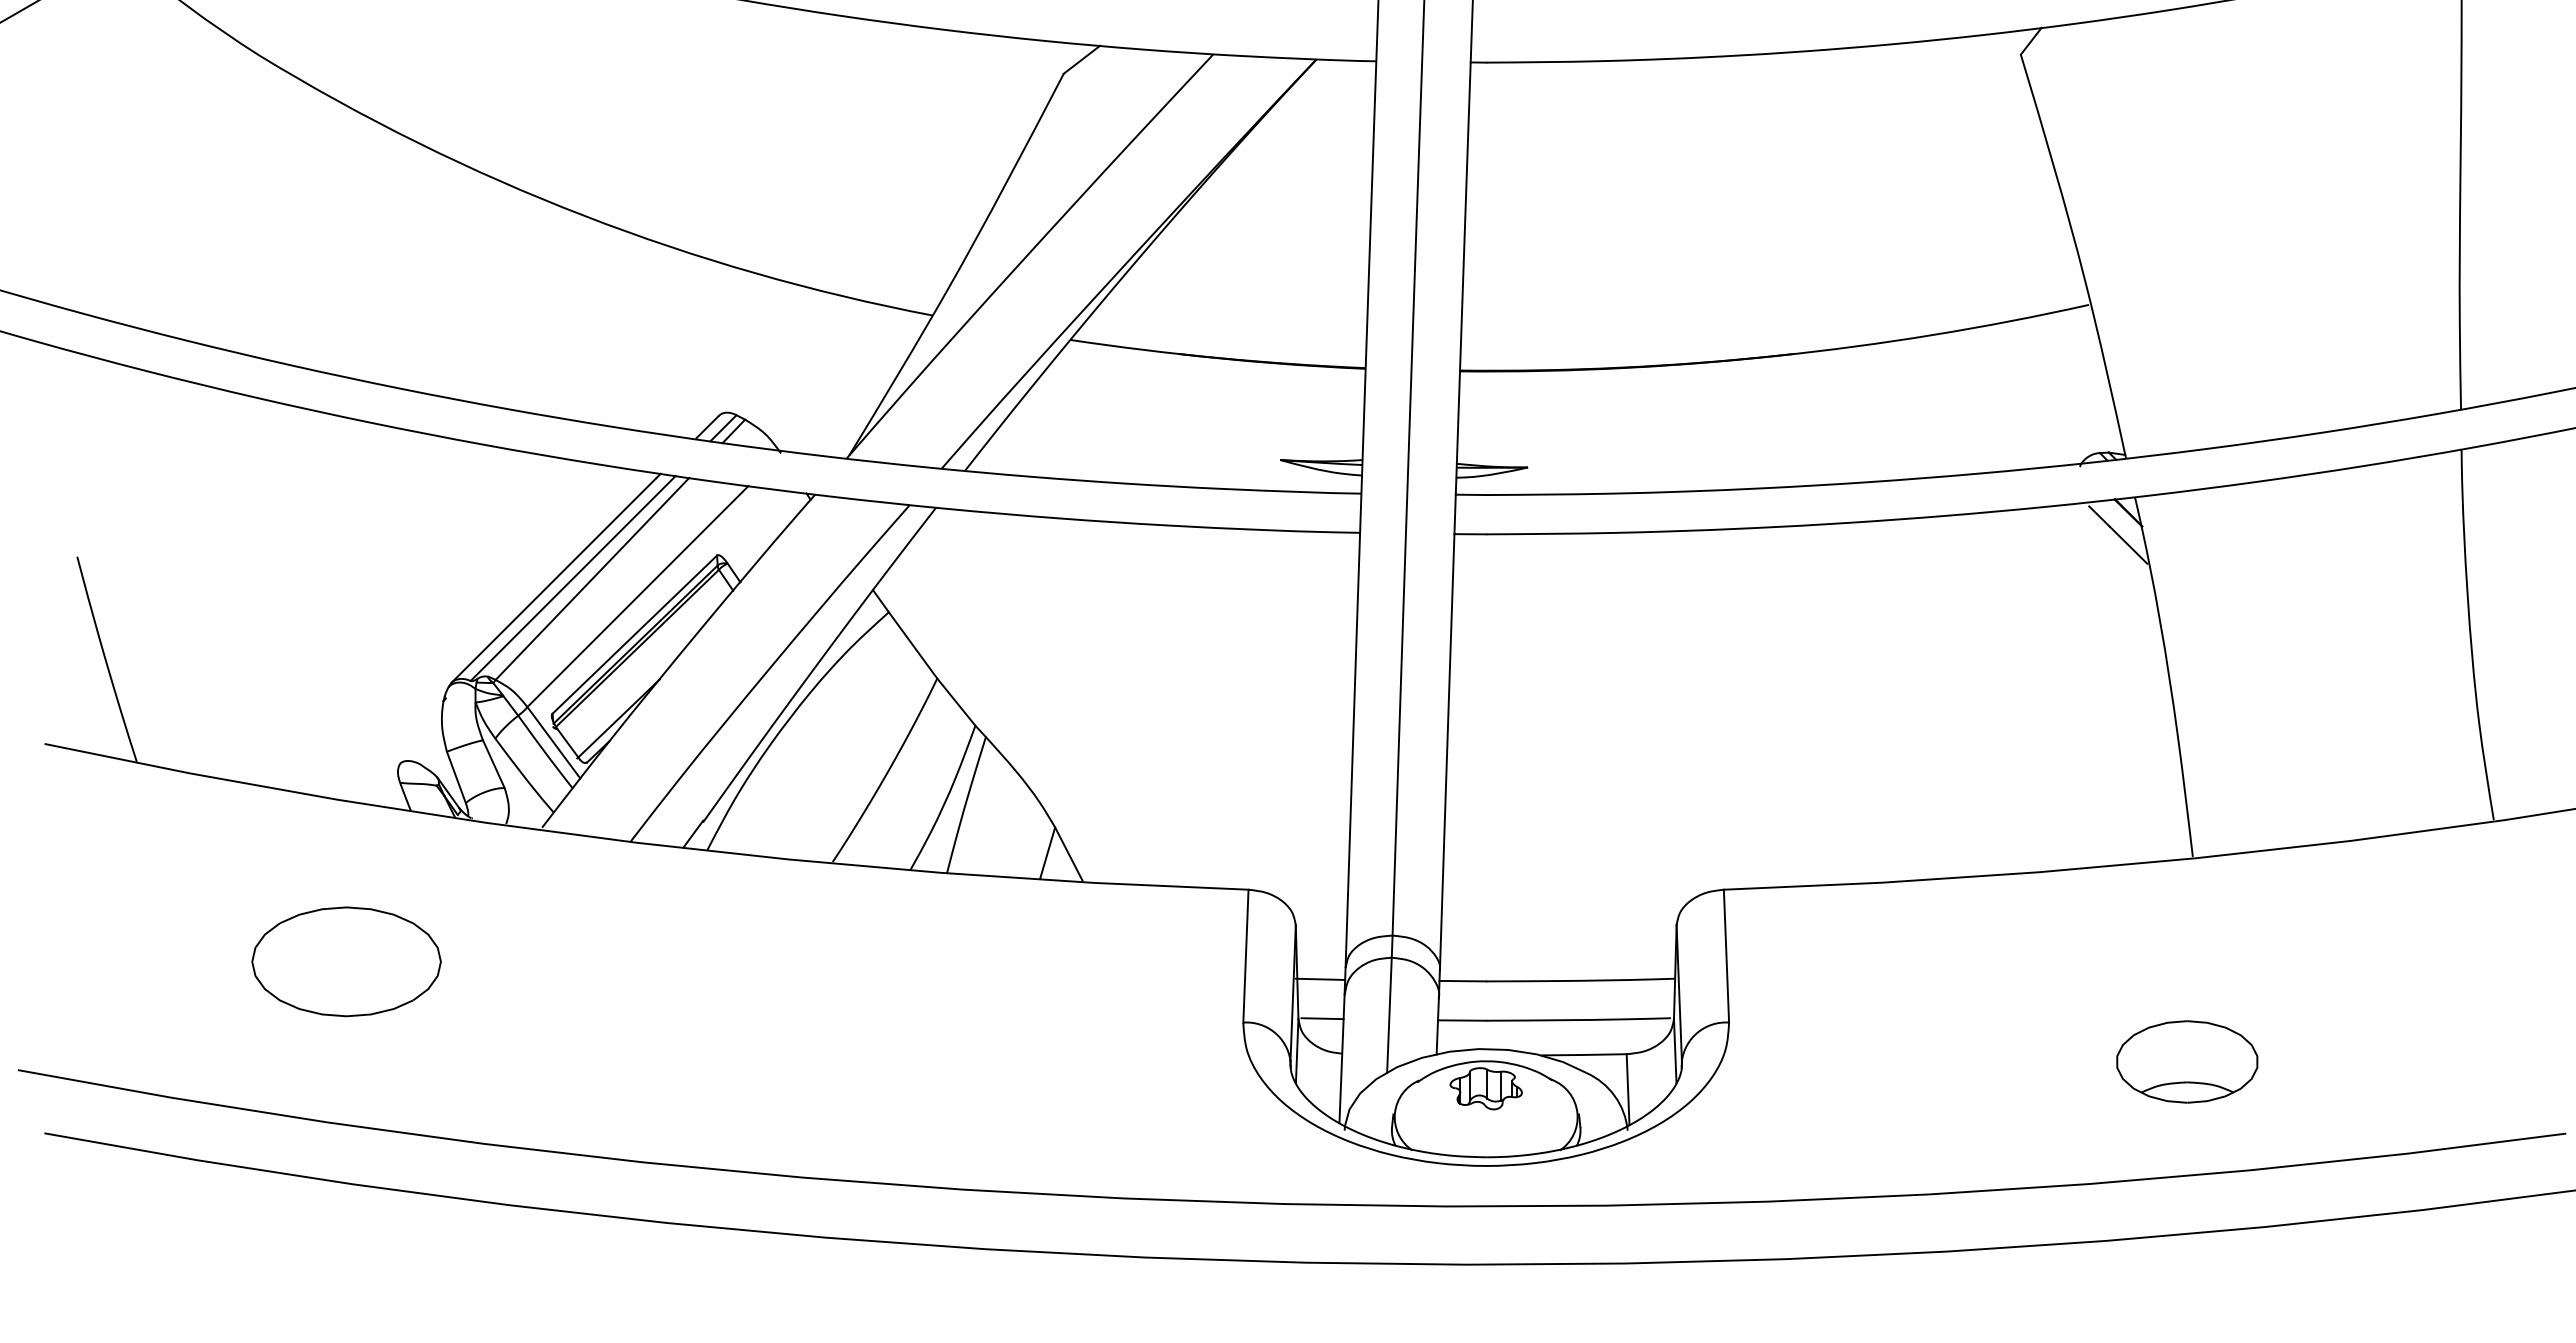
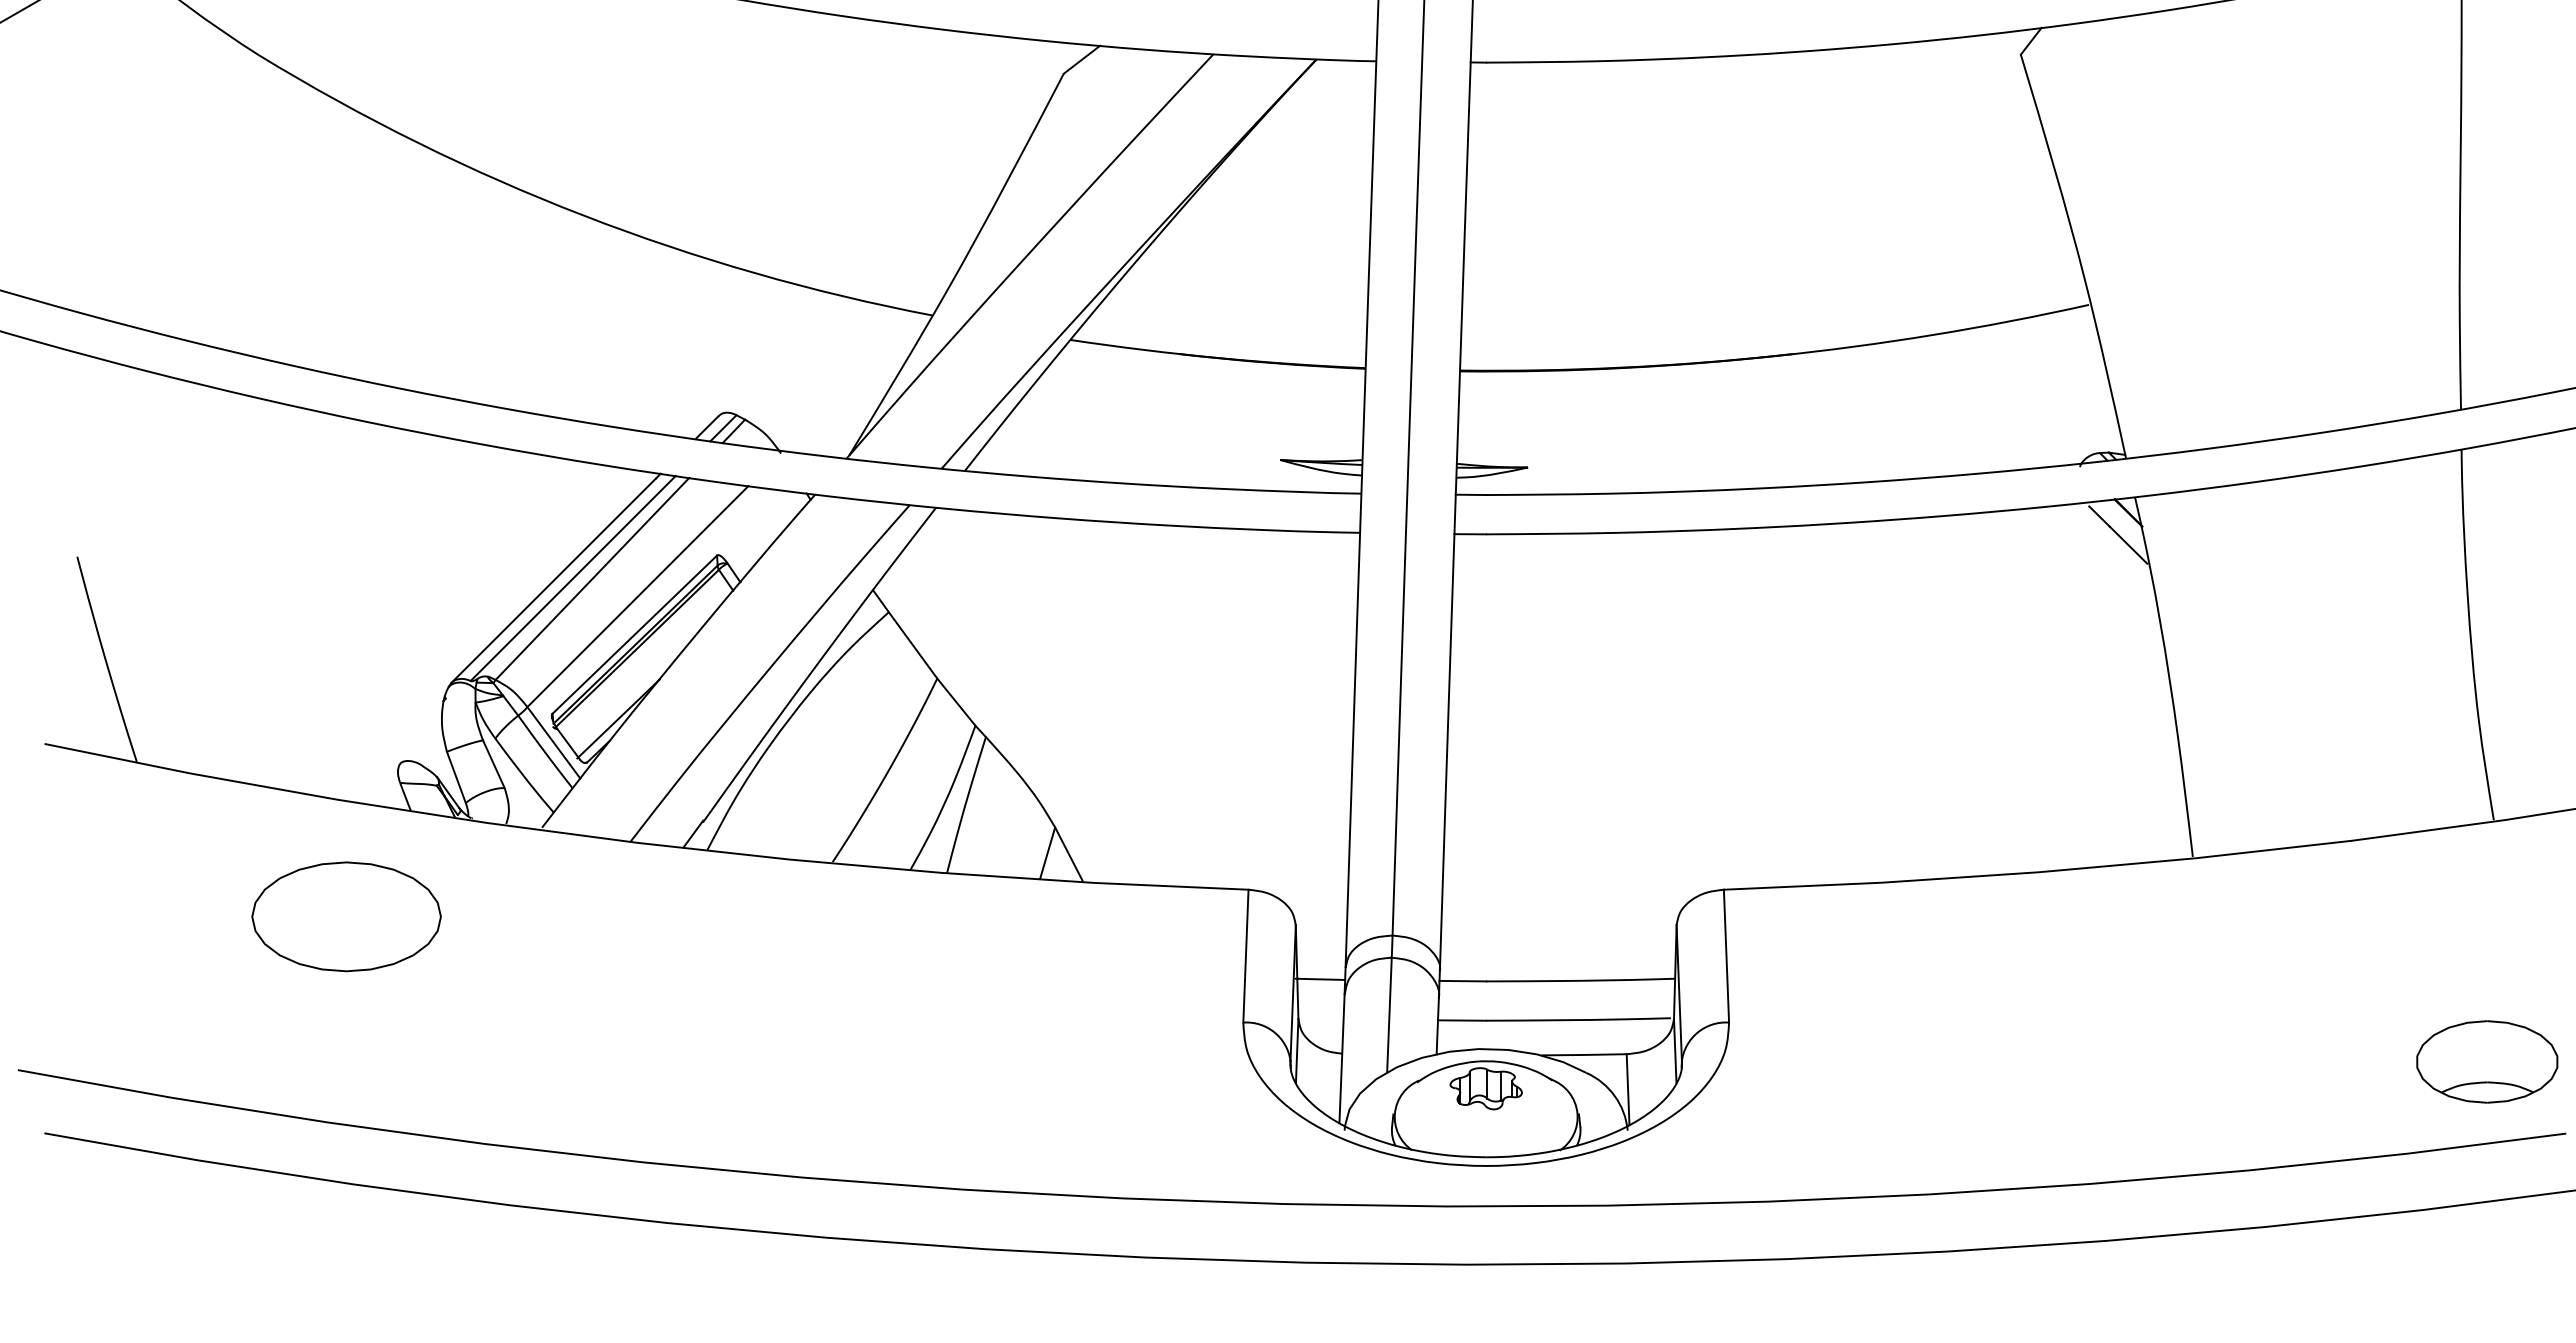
part at (346, 961) position: (346, 961) -> (346, 916)
line at (1322, 1018): present -> none
part at (2187, 1061) position: (2187, 1061) -> (2487, 1061)
